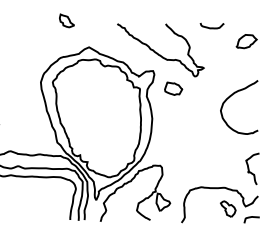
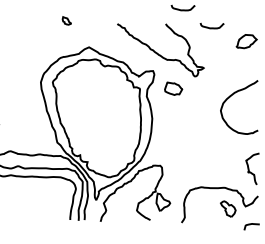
curve at (182, 9): none -> present
part at (66, 20) size: 16x16 px -> 11x10 px
curve at (250, 218) position: (250, 218) -> (250, 225)
